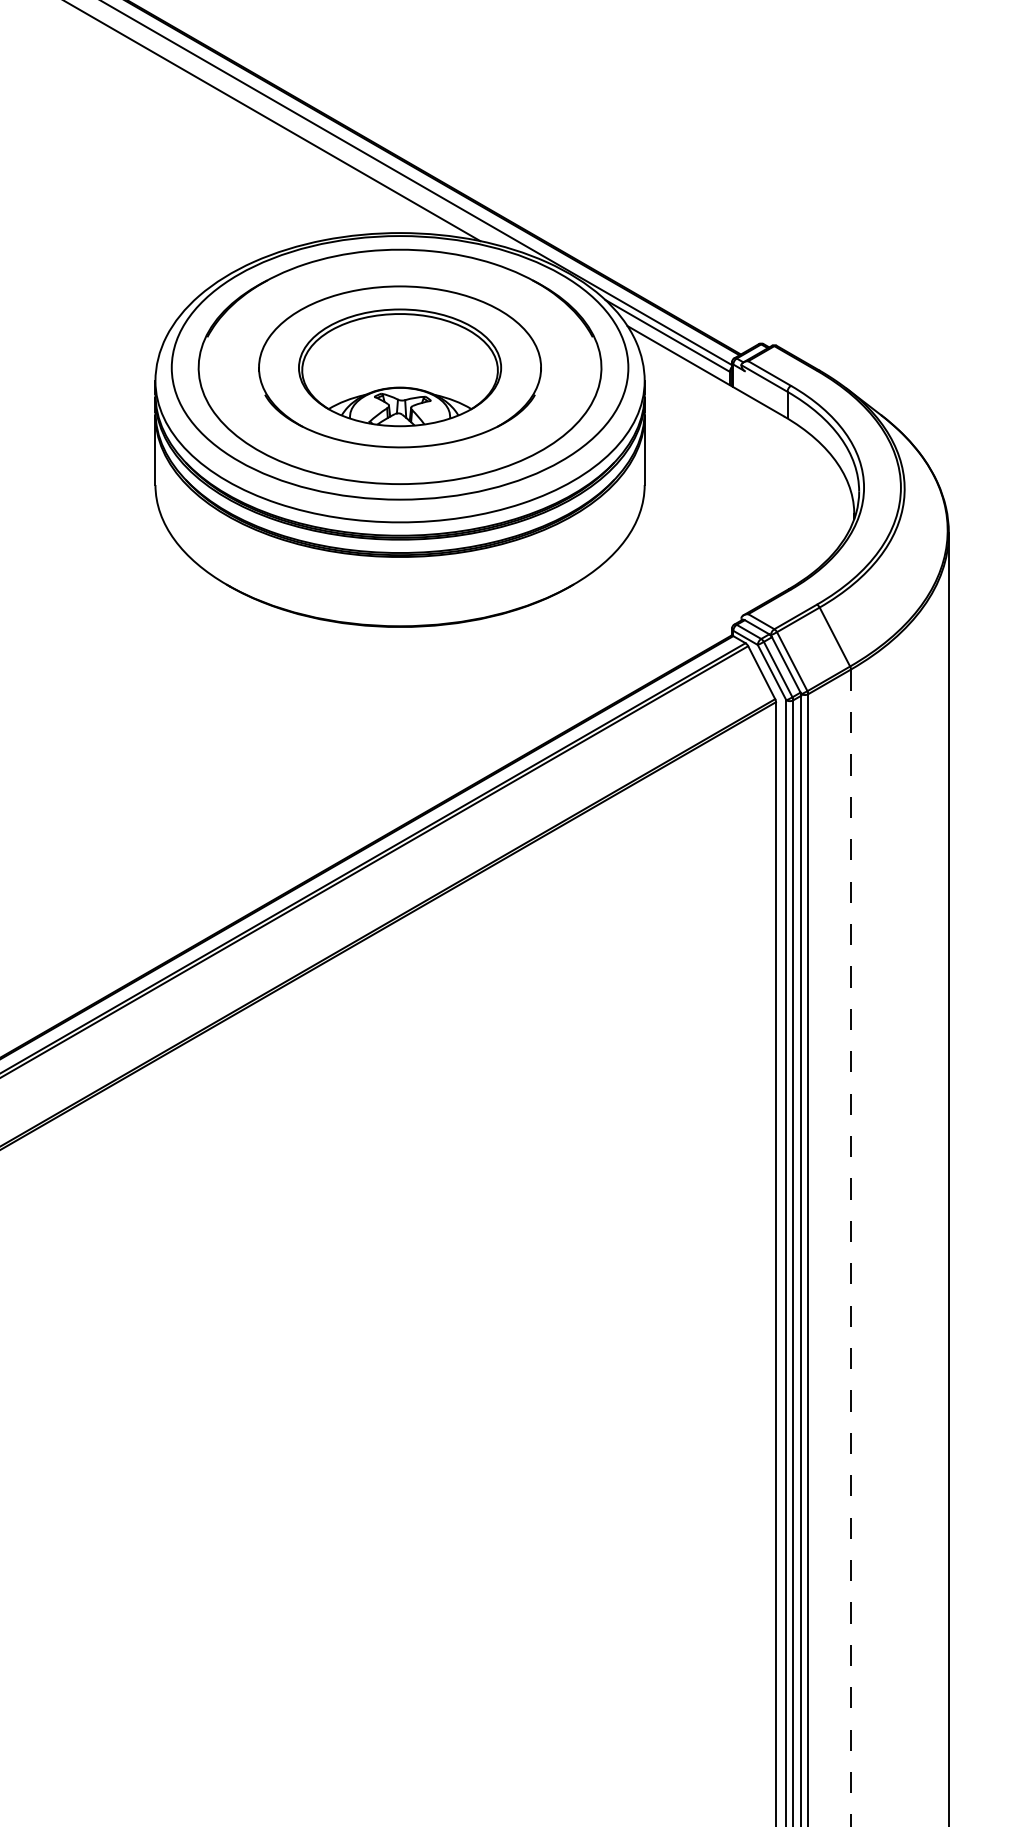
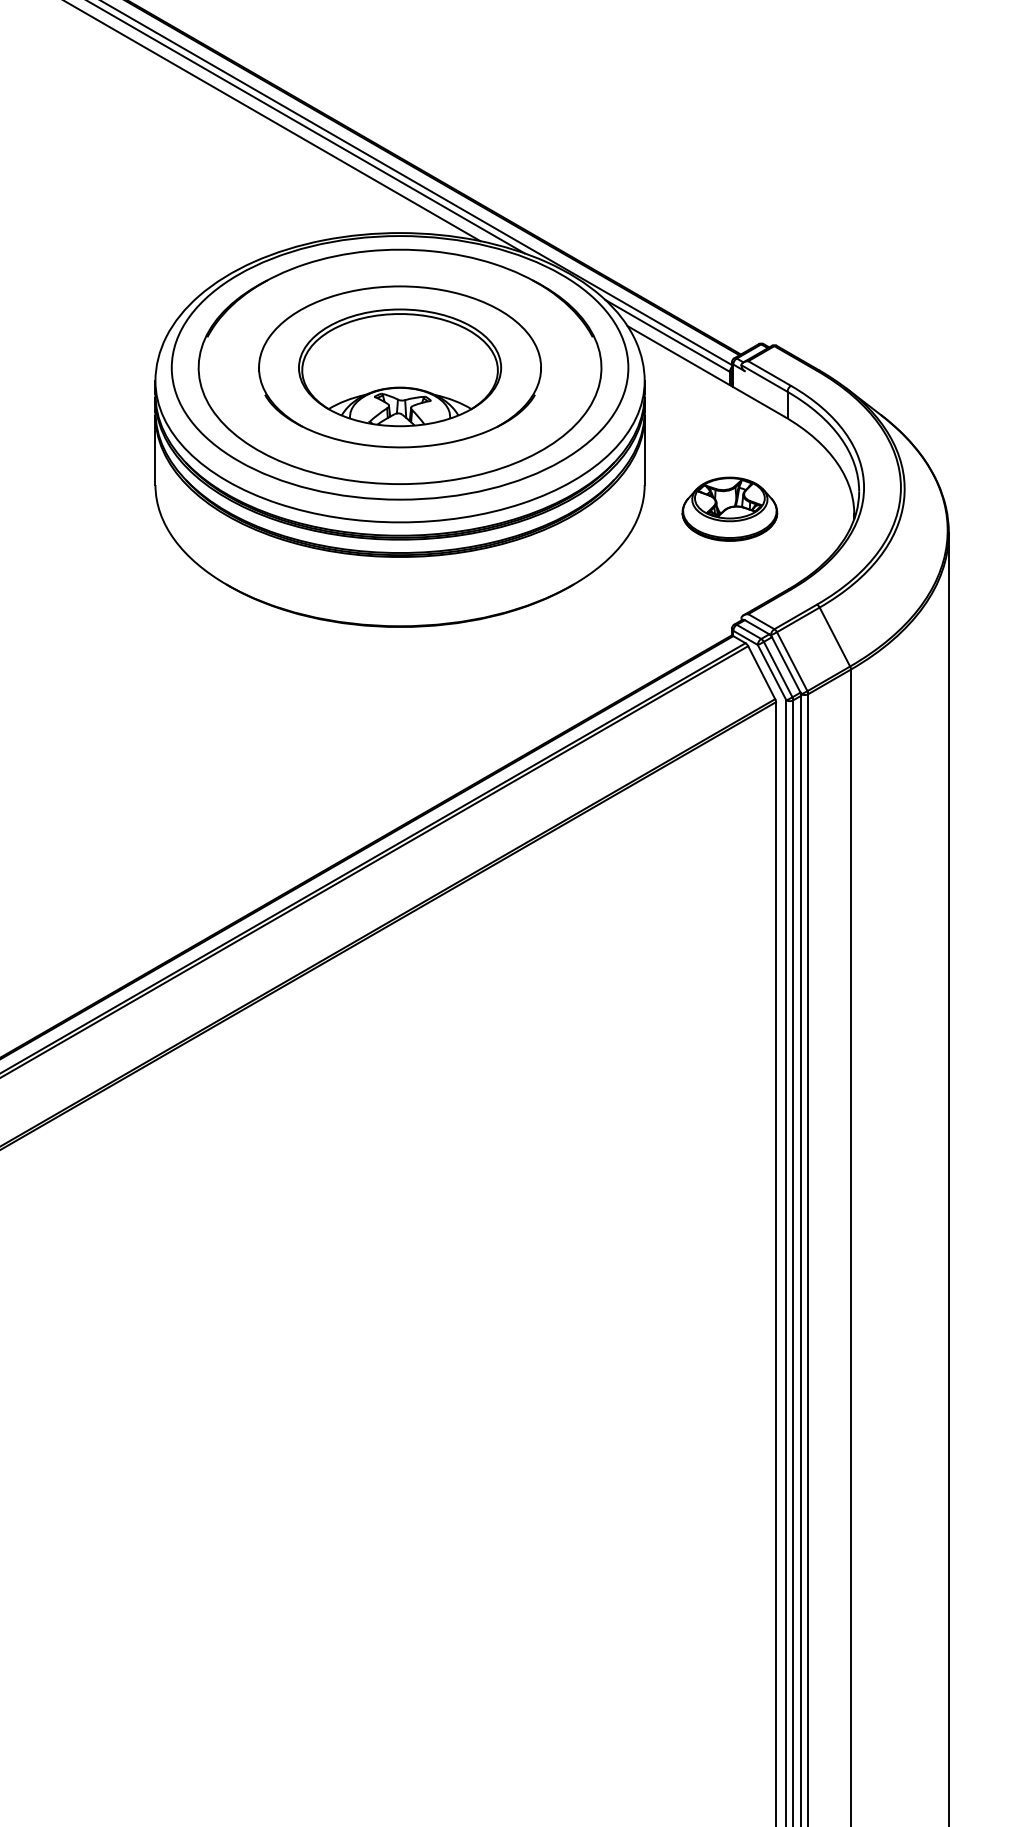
line at (306, 127): none -> present
part at (729, 508): none -> present
line at (850, 1248): dashed -> solid
